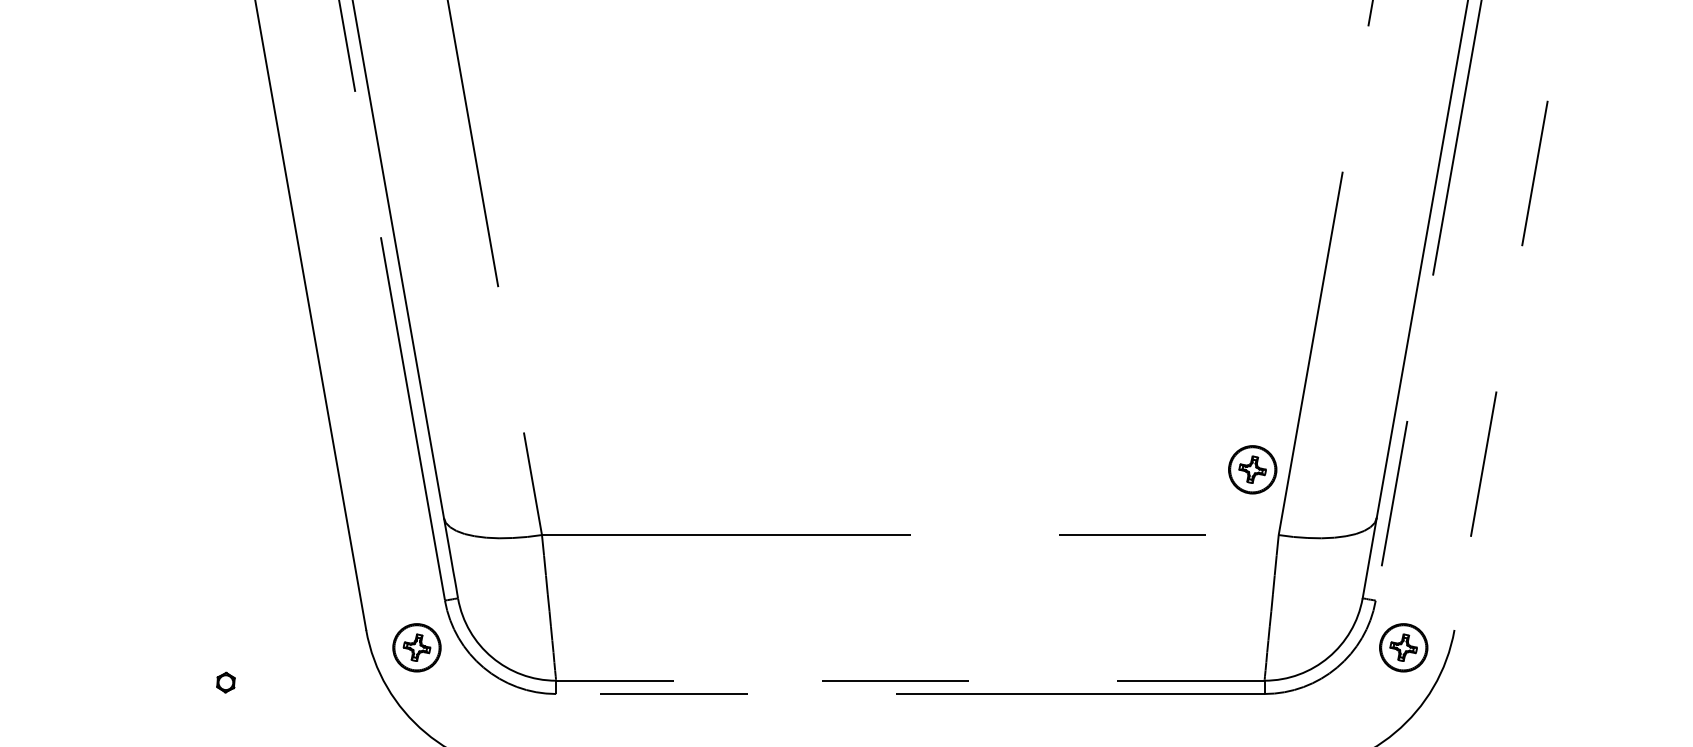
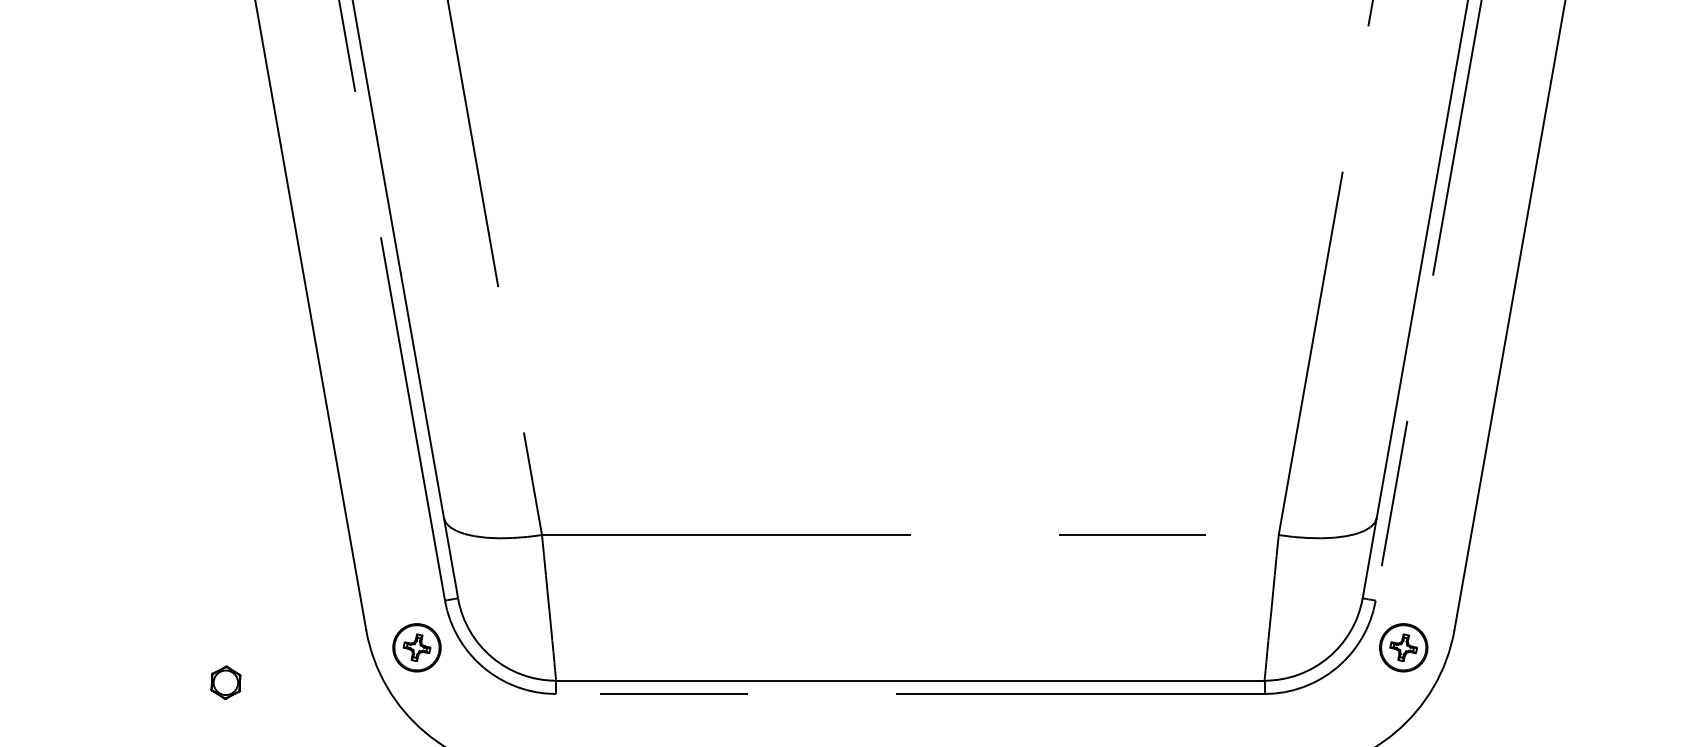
line at (1509, 315): dashed -> solid
part at (1252, 469): present -> none
line at (909, 680): dashed -> solid
part at (225, 682) size: 20x23 px -> 32x35 px
